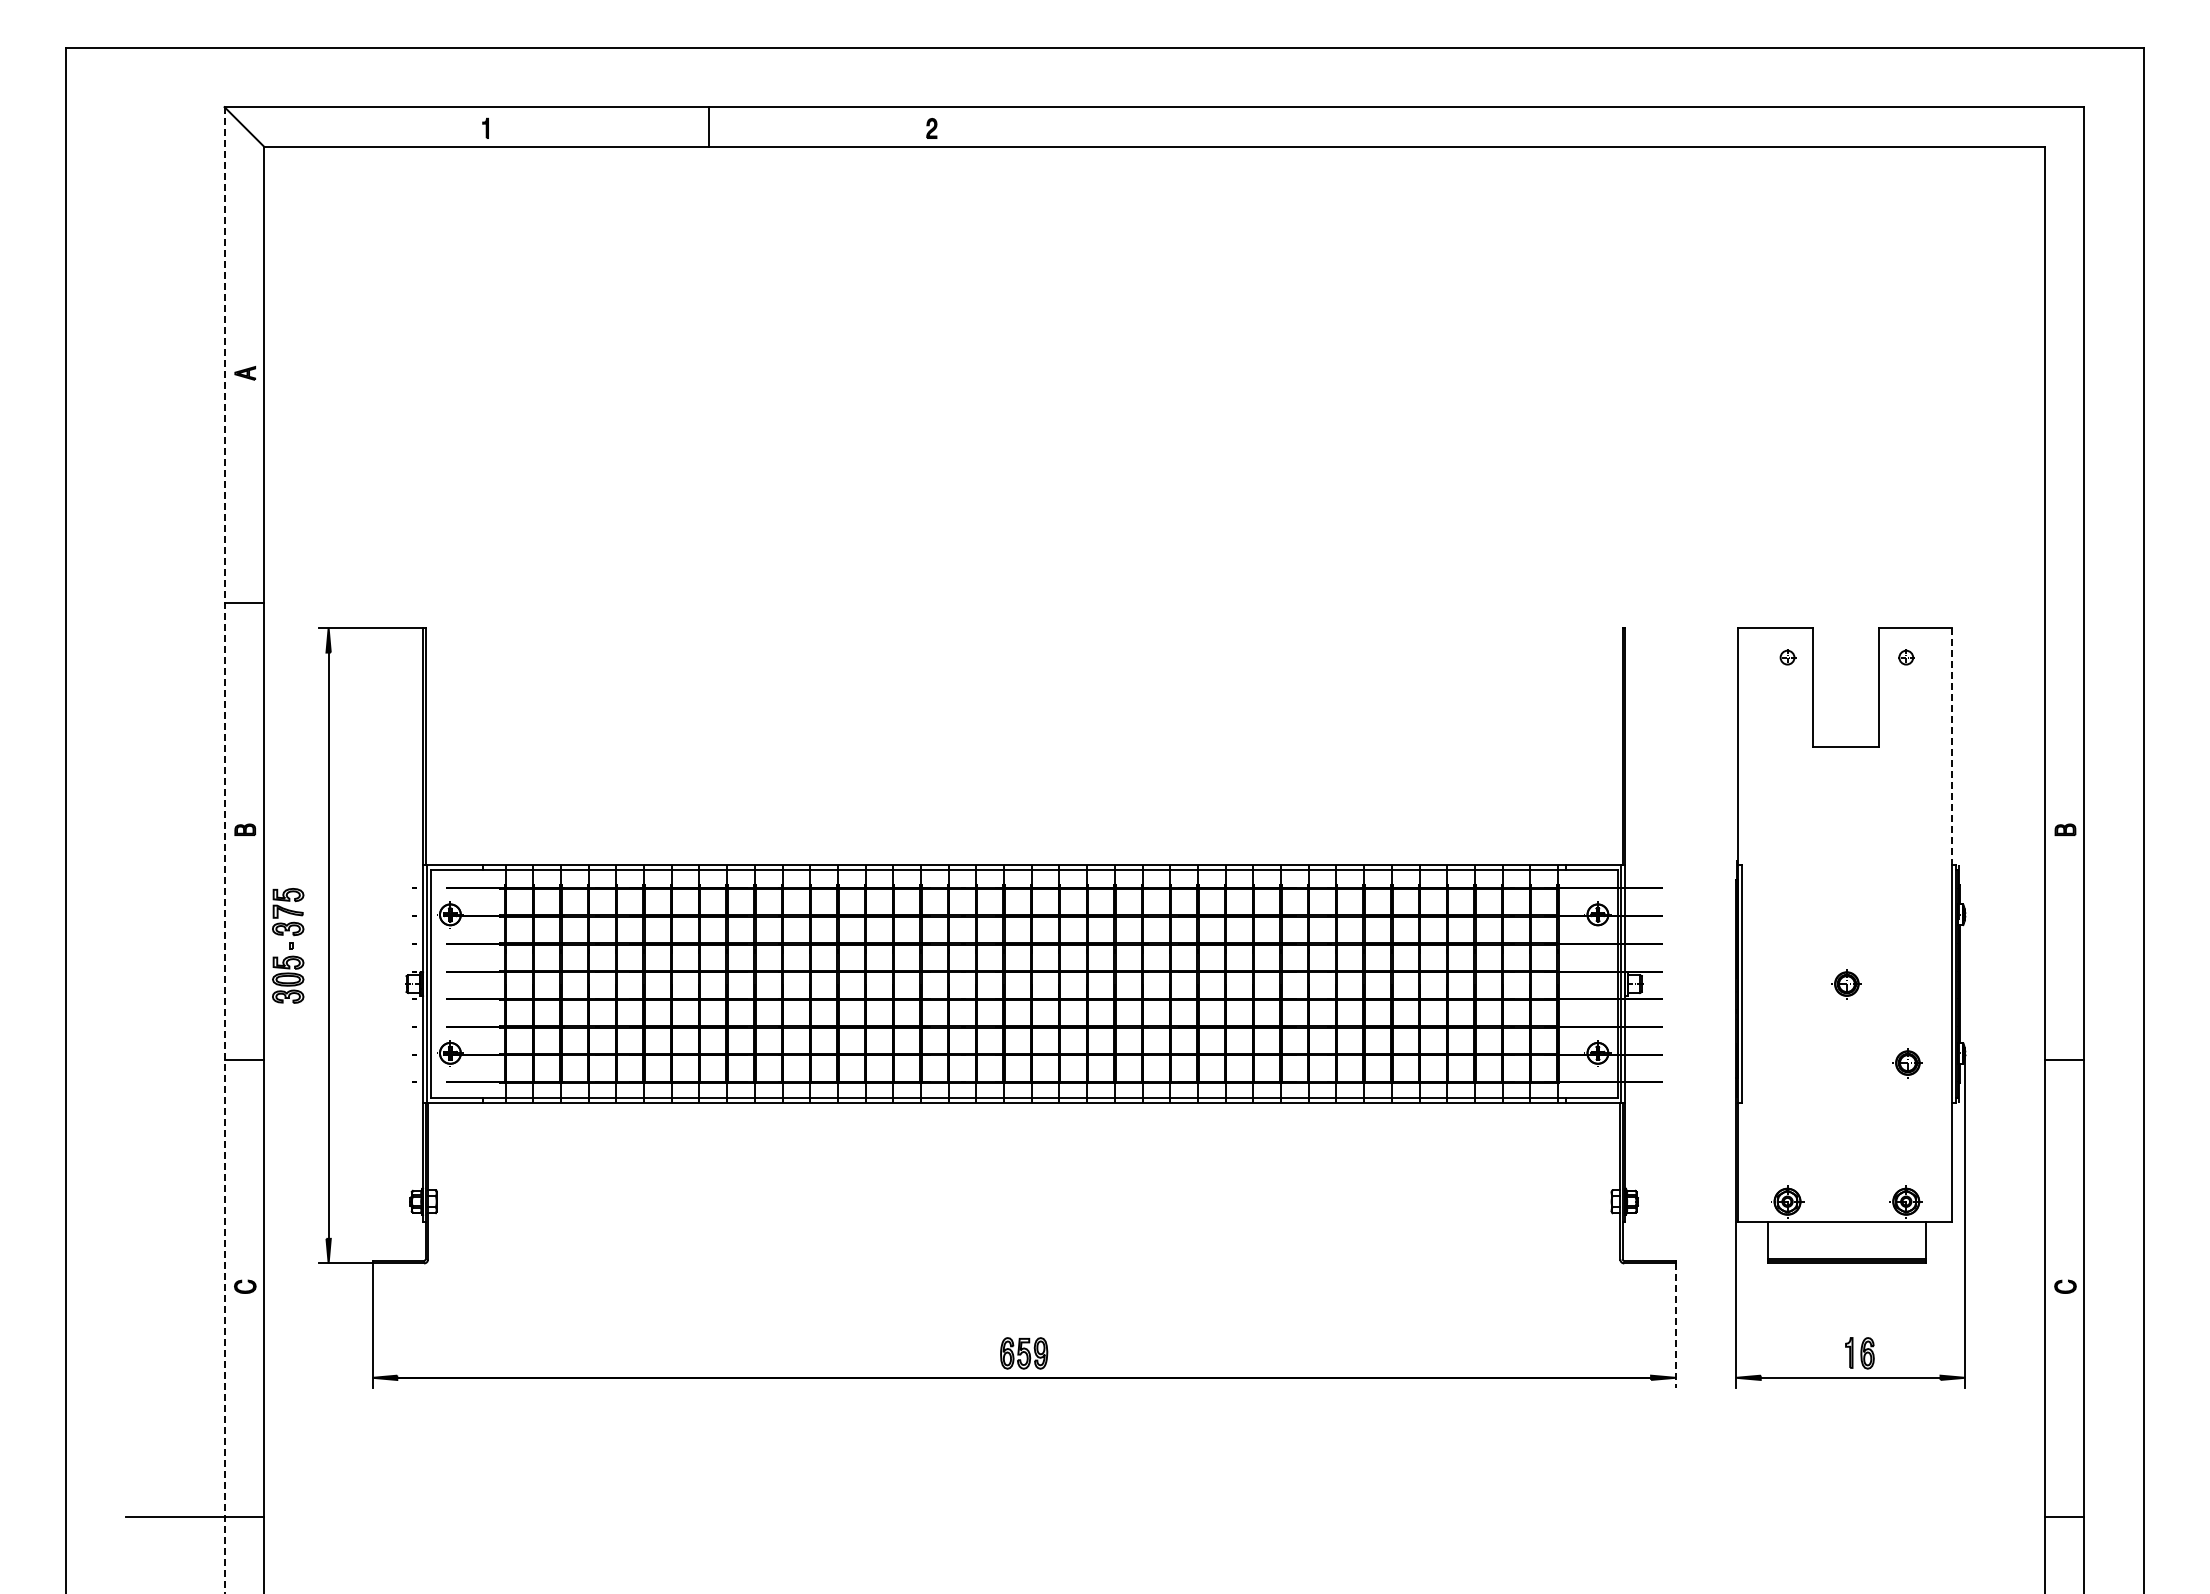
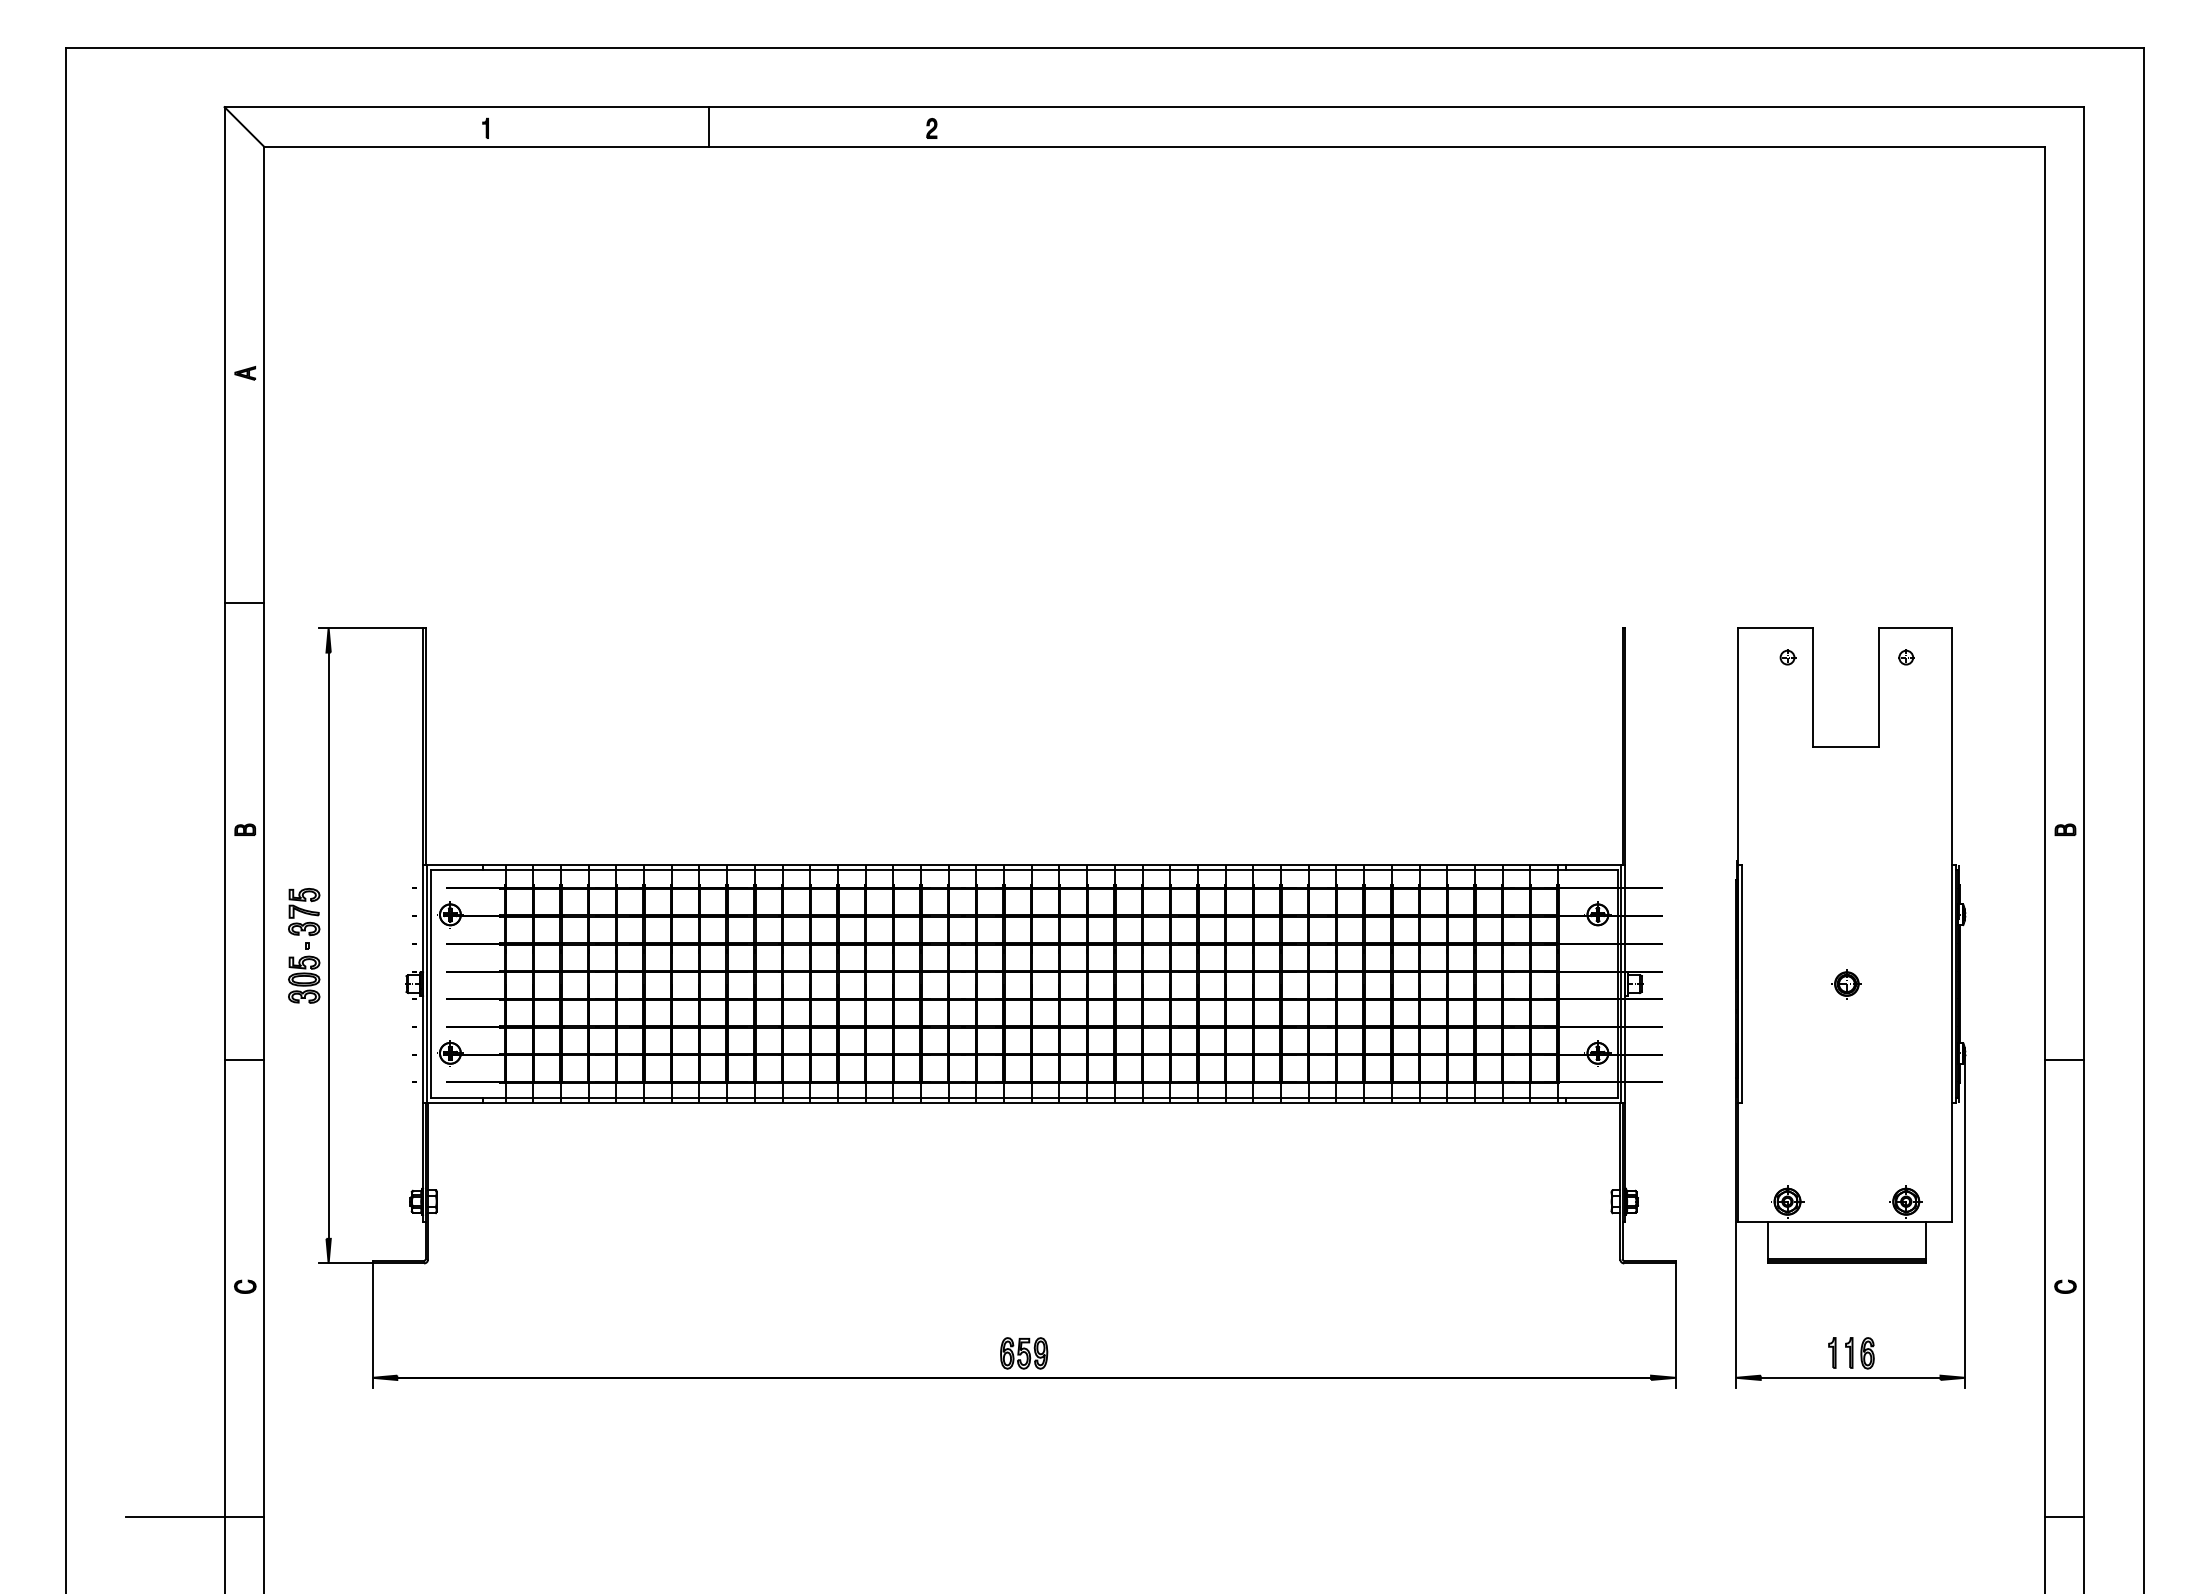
line at (1951, 746): dashed -> solid
line at (224, 850): dashed -> solid
part at (288, 945) position: (288, 945) -> (304, 945)
part at (1907, 1063): present -> none
line at (1675, 1326): dashed -> solid
part at (1832, 1352): none -> present
